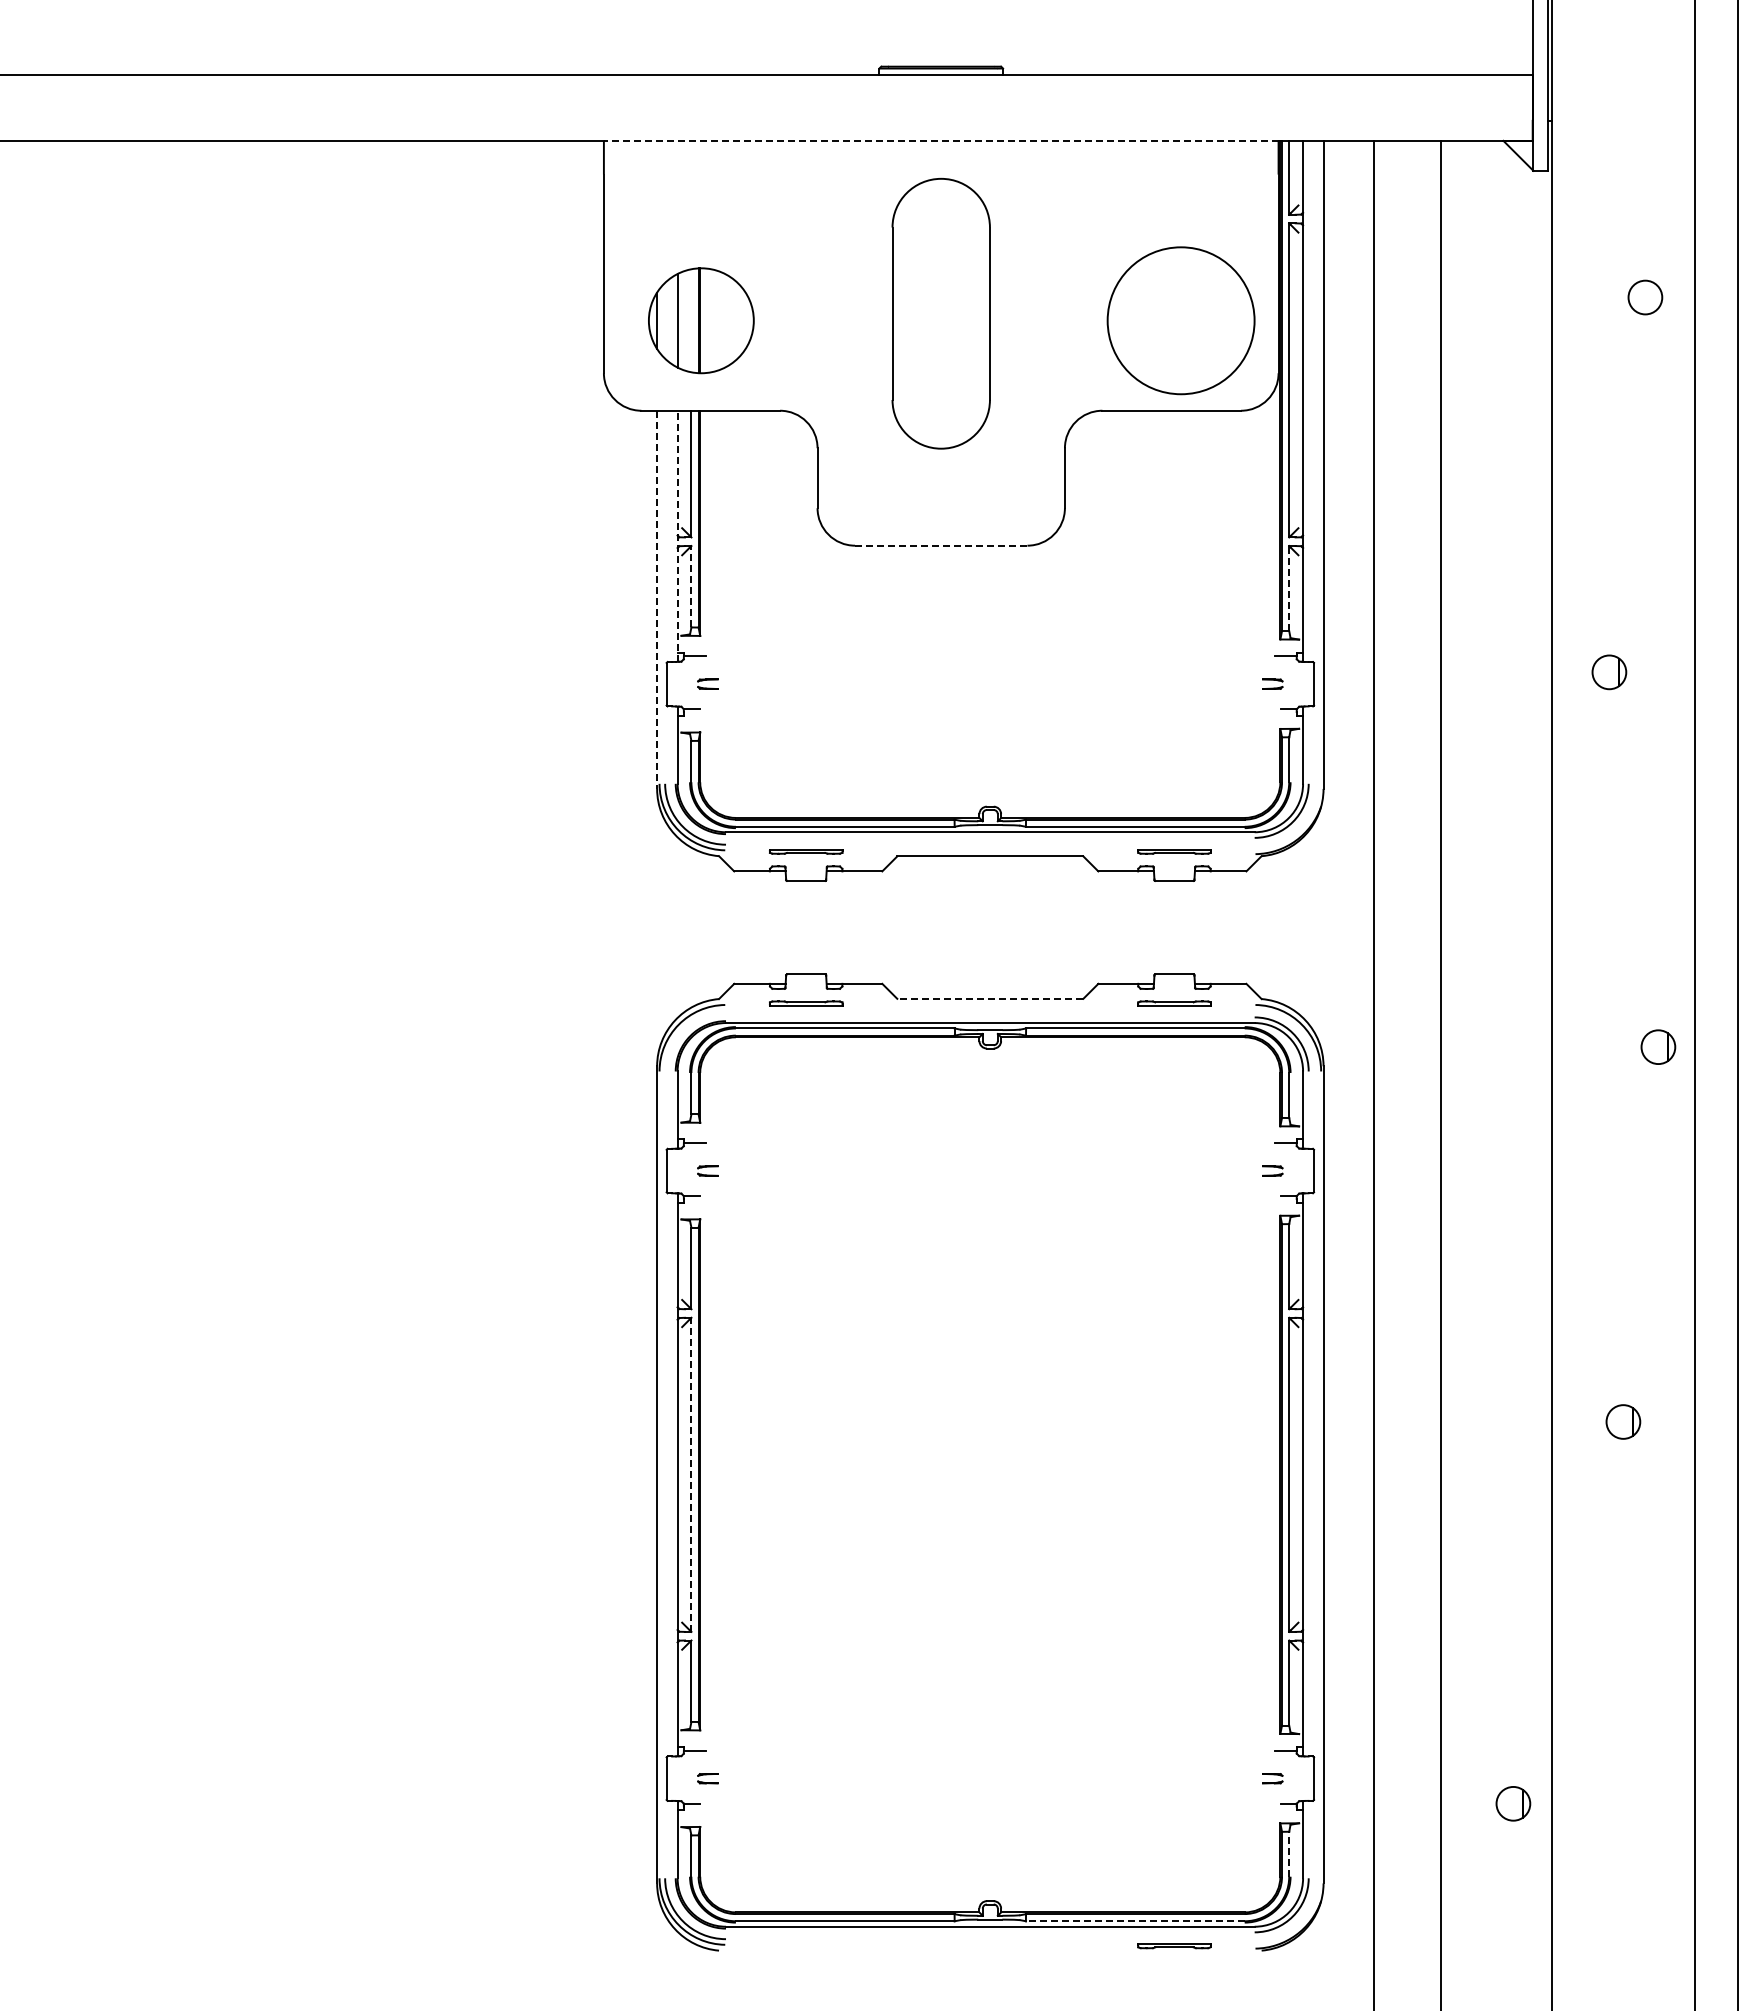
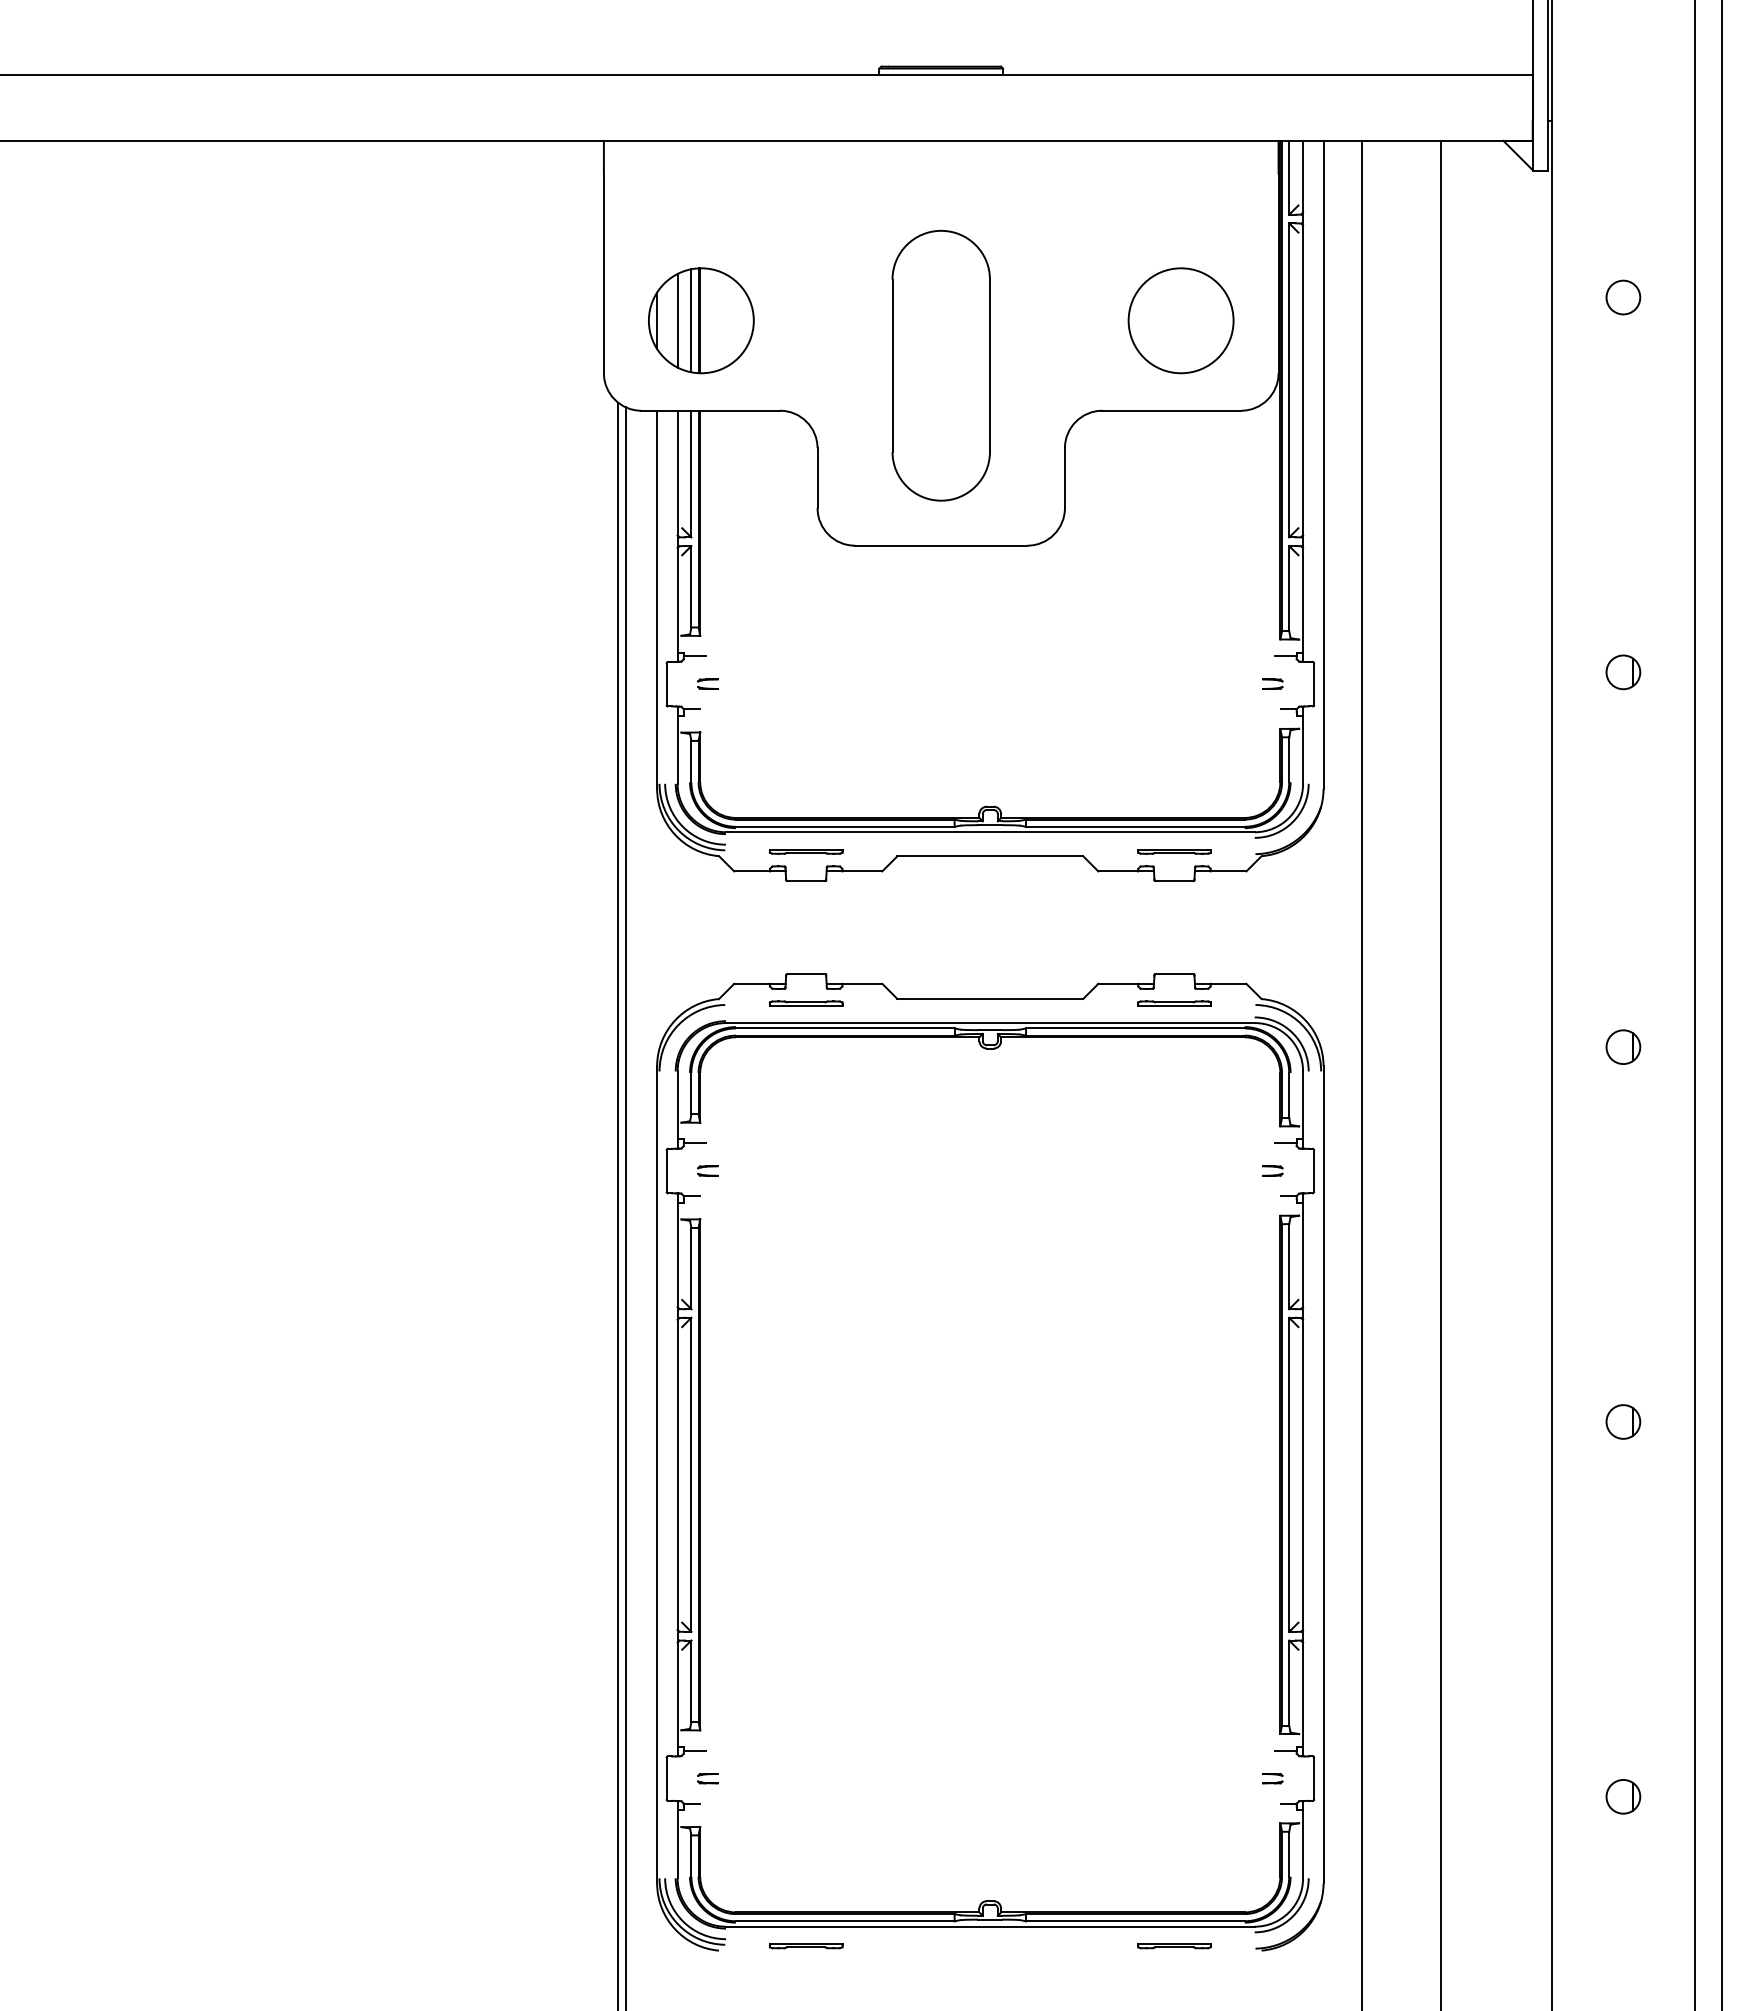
line at (940, 140): dashed -> solid
circle at (1645, 297) position: (1645, 297) -> (1623, 297)
part at (940, 313) position: (940, 313) -> (940, 365)
line at (691, 320): none -> present
circle at (1180, 320) diameter: 147 px -> 105 px
line at (677, 536): dashed -> solid
line at (940, 545): dashed -> solid
line at (691, 586): dashed -> solid
line at (1289, 588): dashed -> solid
line at (657, 600): dashed -> solid
part at (1609, 672) position: (1609, 672) -> (1623, 672)
line at (989, 998): dashed -> solid
line at (1737, 1004) position: (1737, 1004) -> (1721, 1004)
part at (1658, 1046) position: (1658, 1046) -> (1623, 1046)
line at (1373, 1073) position: (1373, 1073) -> (1361, 1073)
line at (618, 1204): none -> present
line at (625, 1207): none -> present
line at (691, 1474): dashed -> solid
part at (1513, 1803) position: (1513, 1803) -> (1623, 1796)
line at (1289, 1853): dashed -> solid
line at (1134, 1921): dashed -> solid
part at (805, 1946): none -> present
